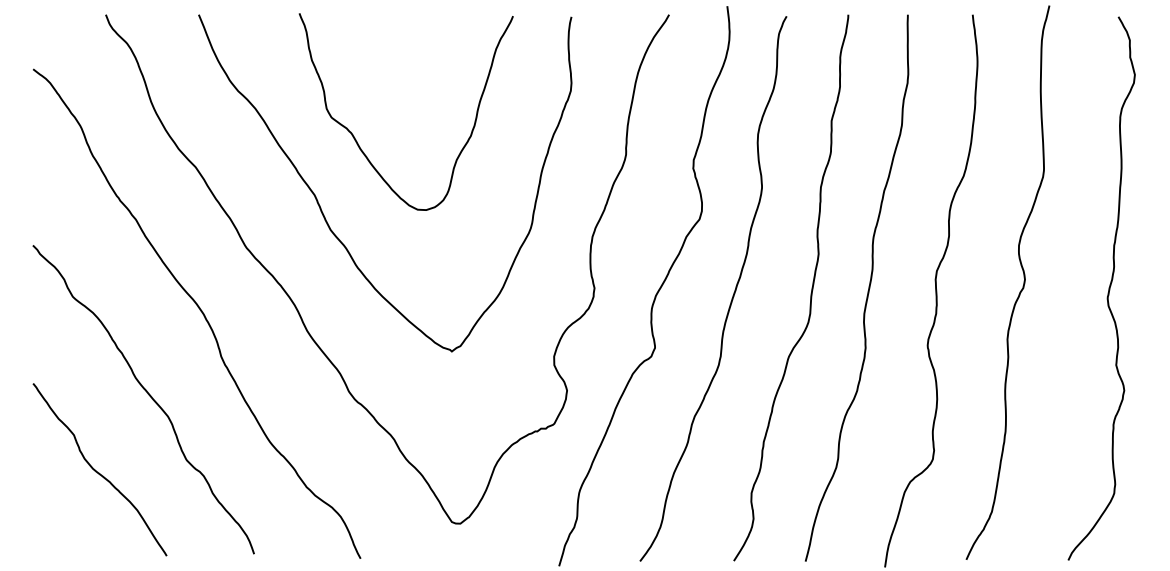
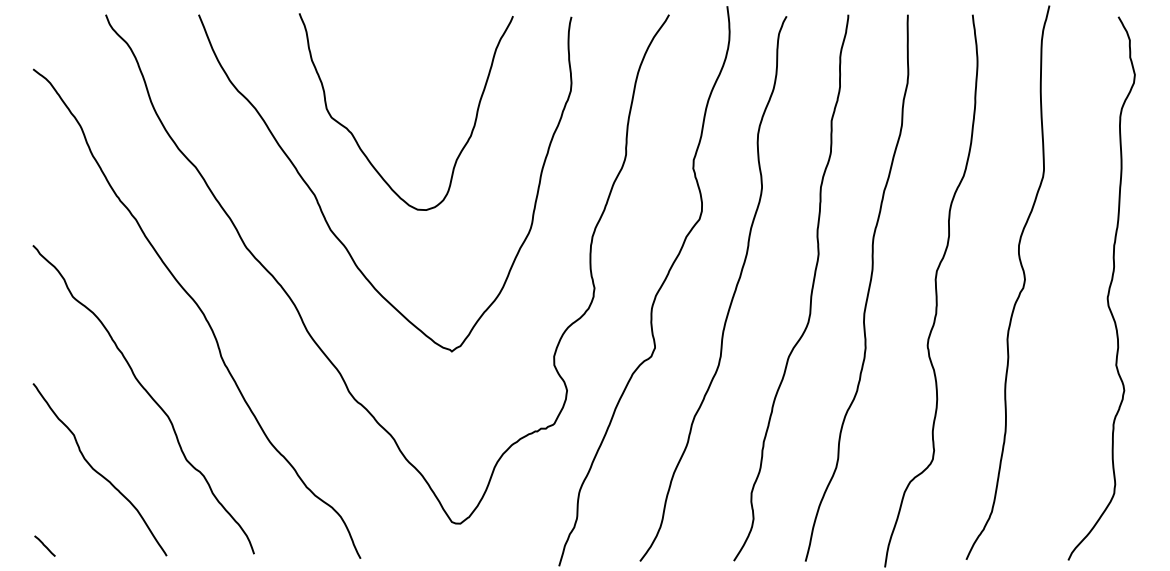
line at (44, 545): none -> present
